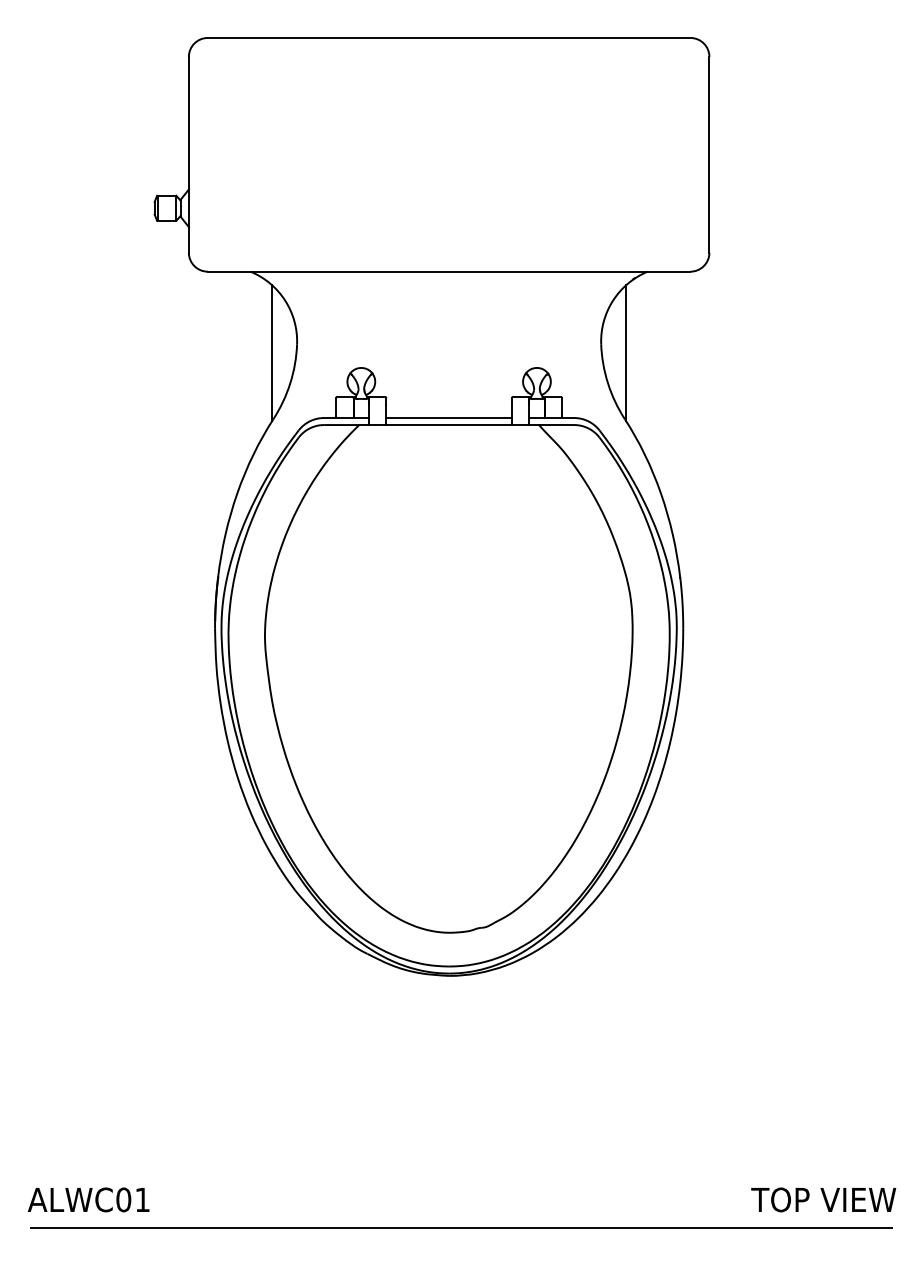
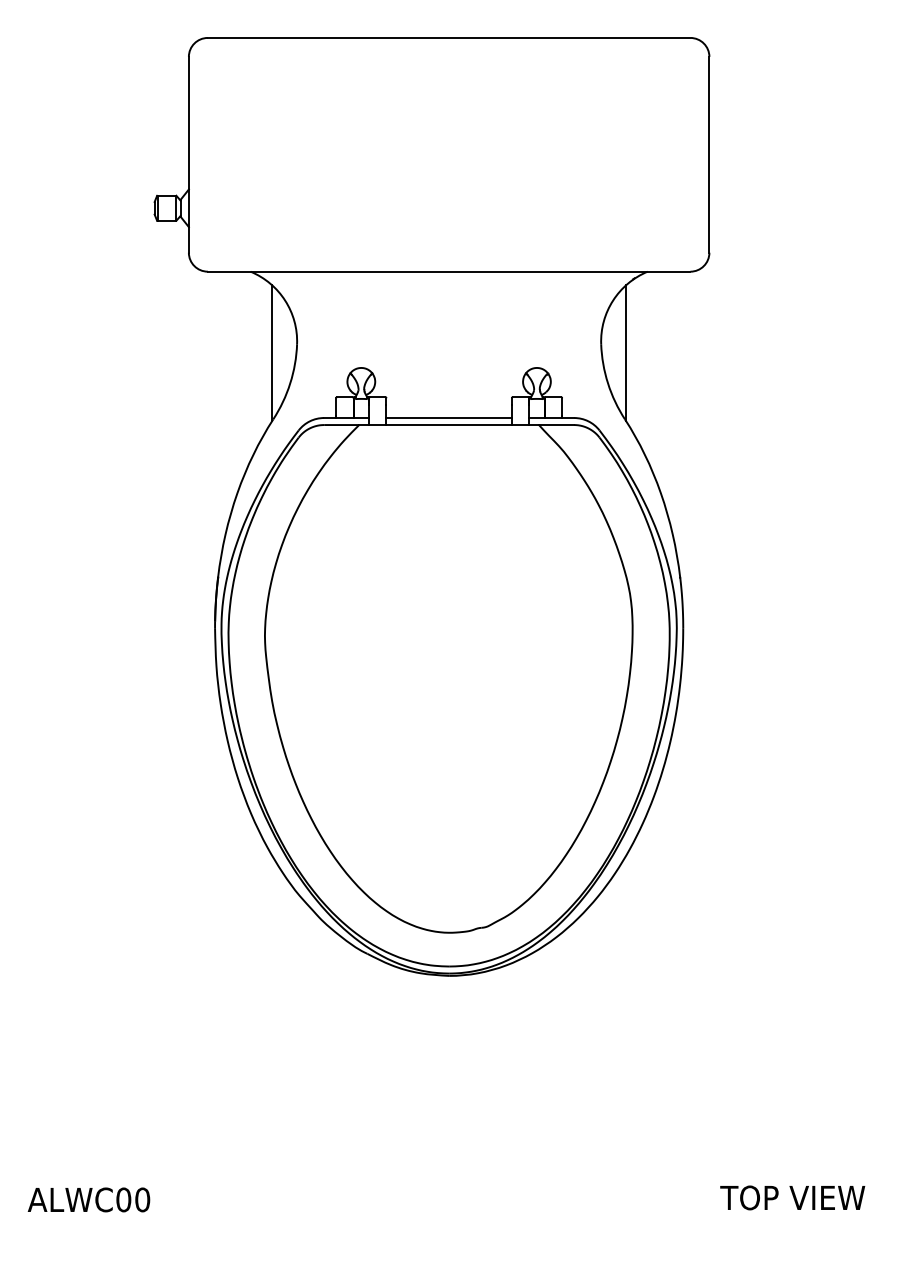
text at (142, 1199): ALWC01 -> ALWC00
text at (823, 1199) position: (823, 1199) -> (792, 1197)
line at (460, 1228): present -> none
